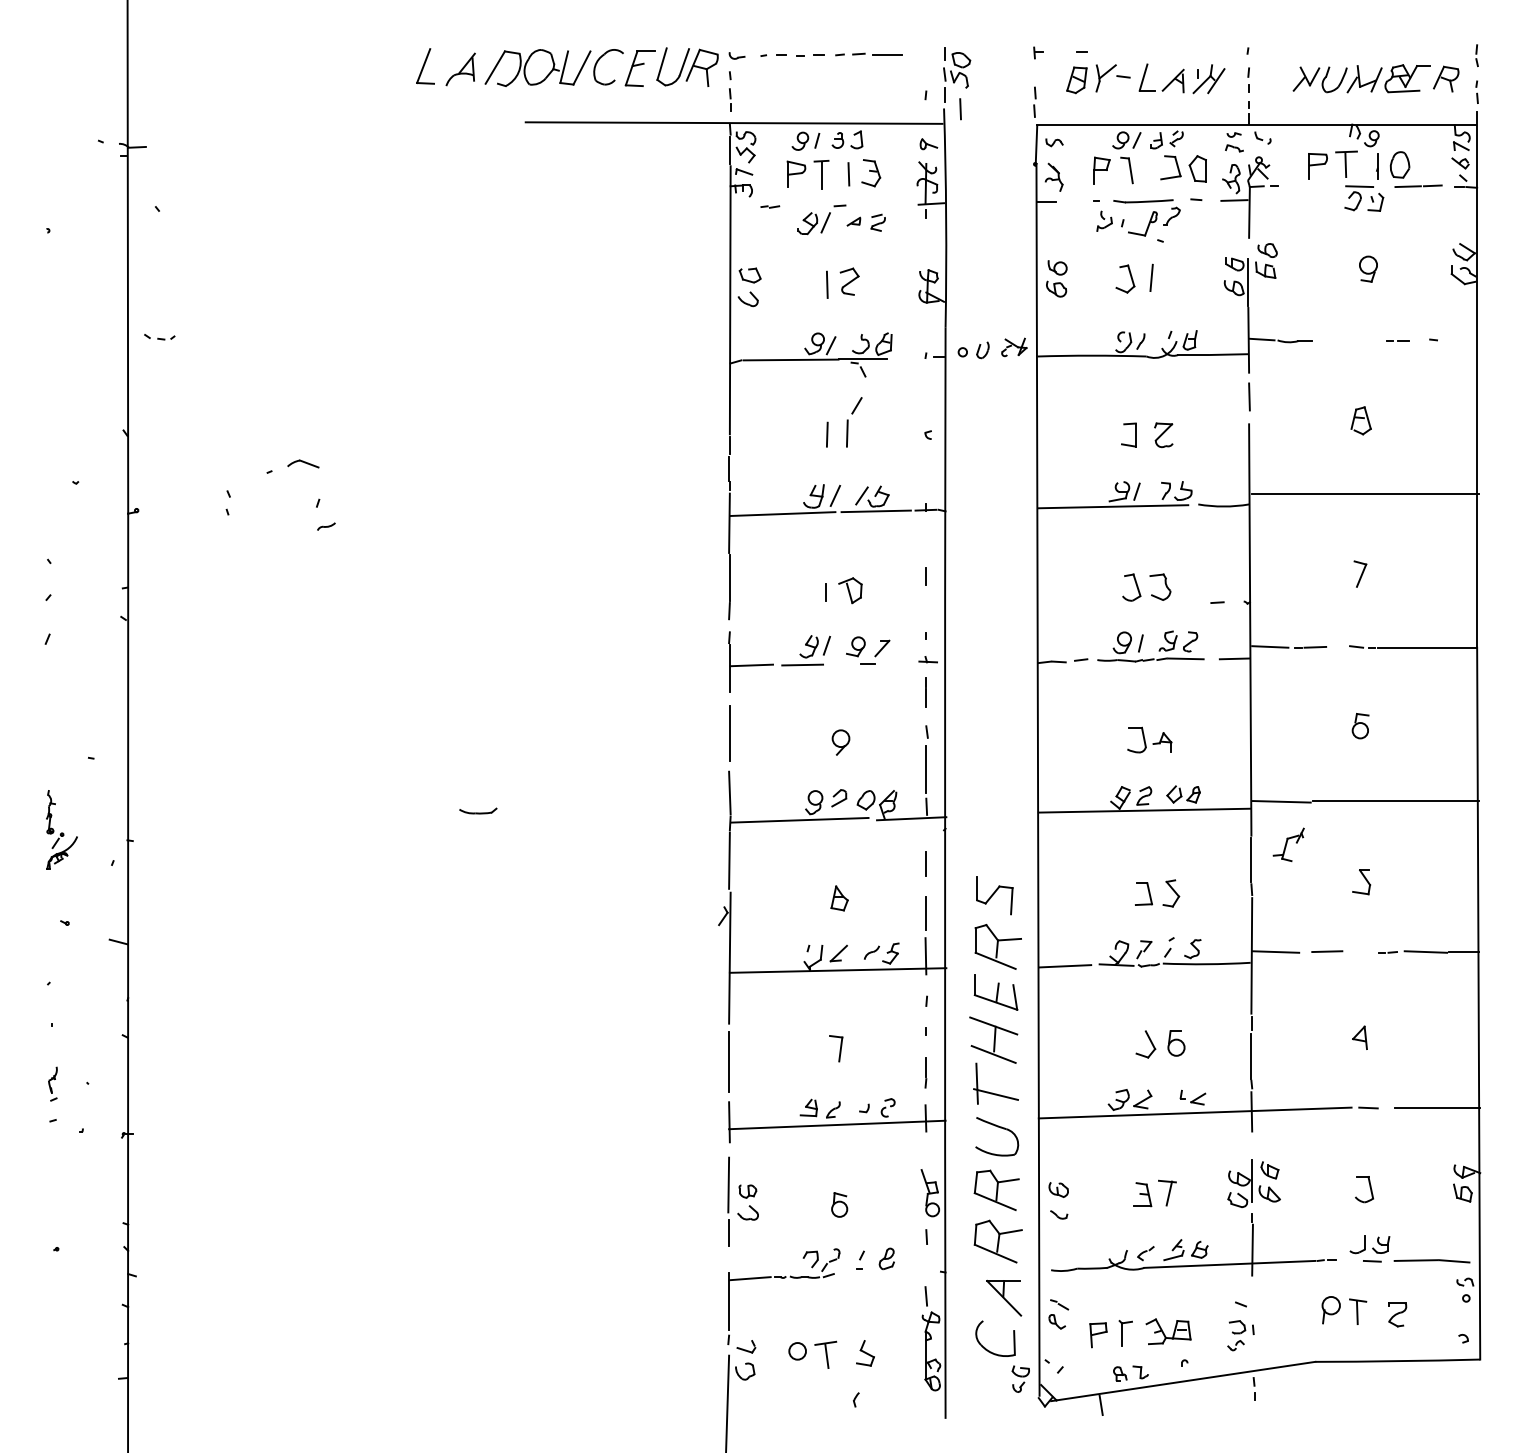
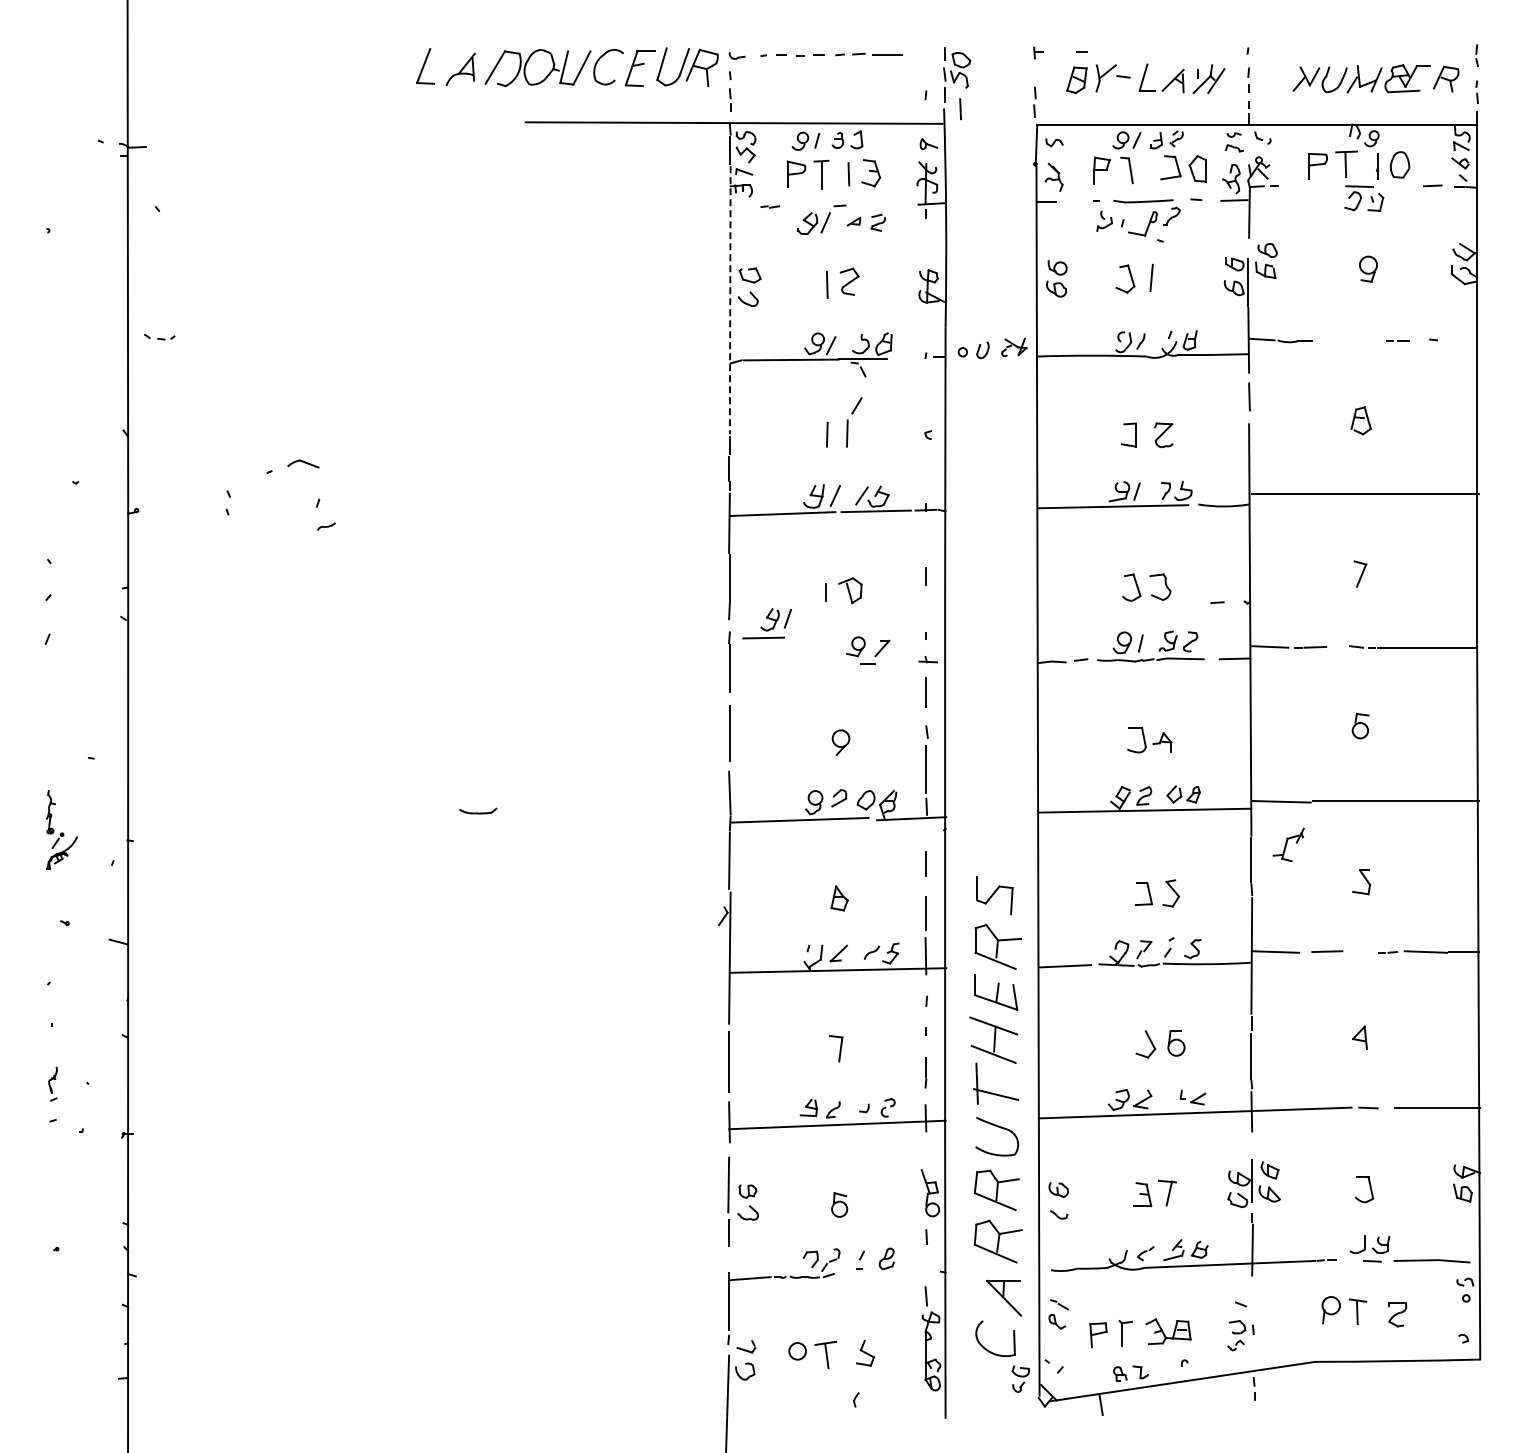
line at (1407, 186): present -> none
line at (730, 300): solid -> dashed
part at (805, 650) position: (805, 650) -> (766, 623)
line at (751, 665): present -> none
